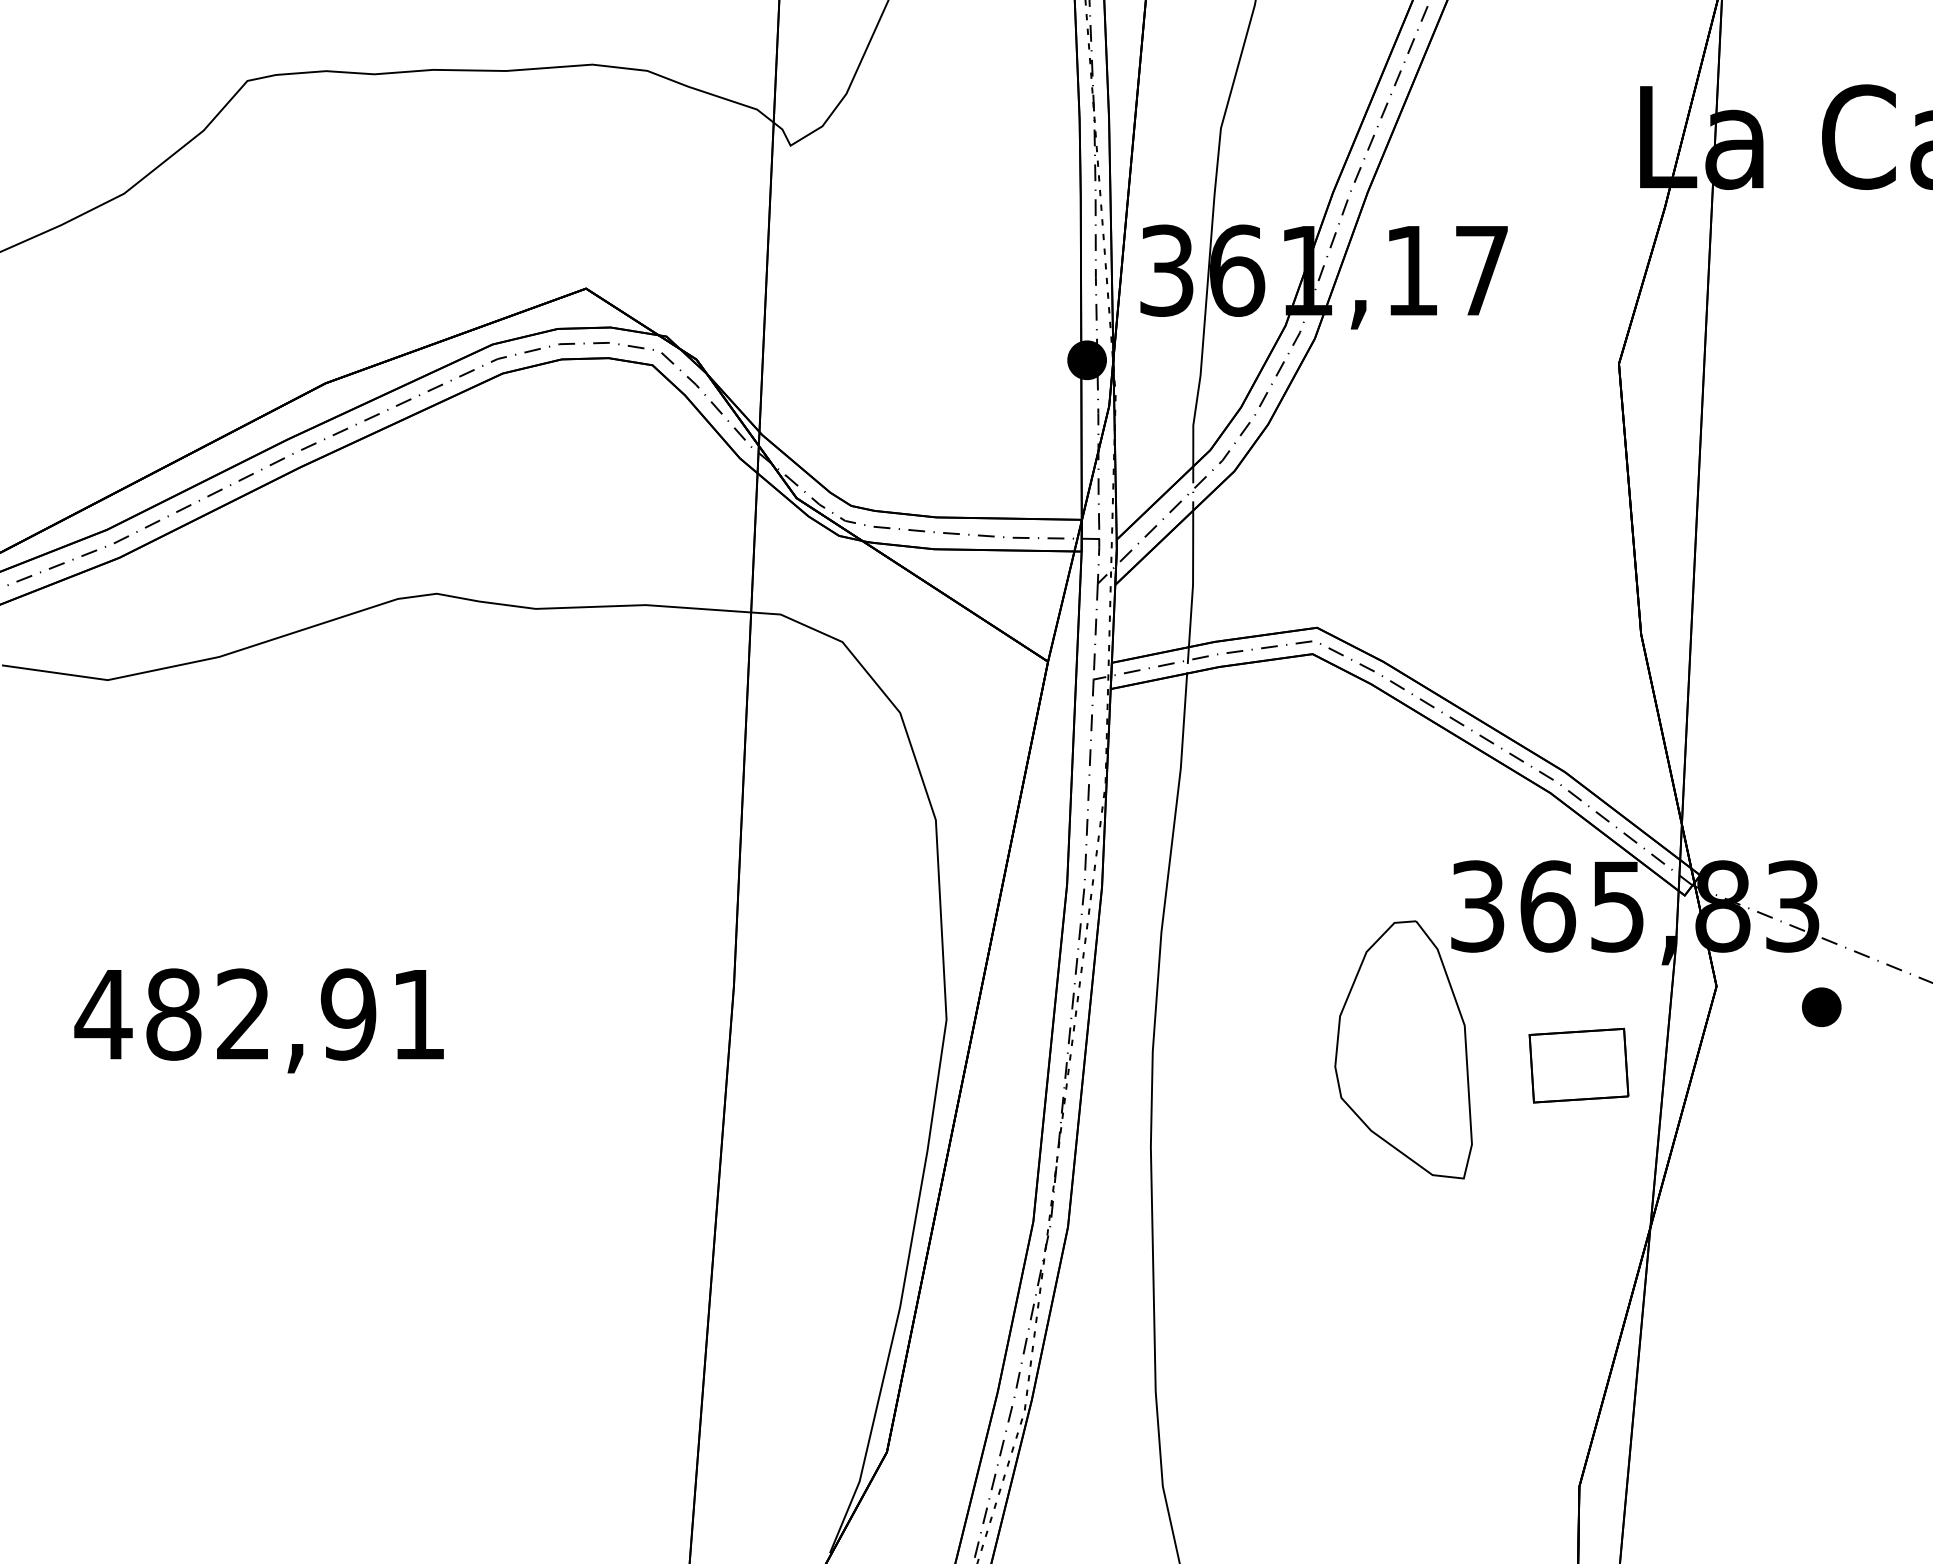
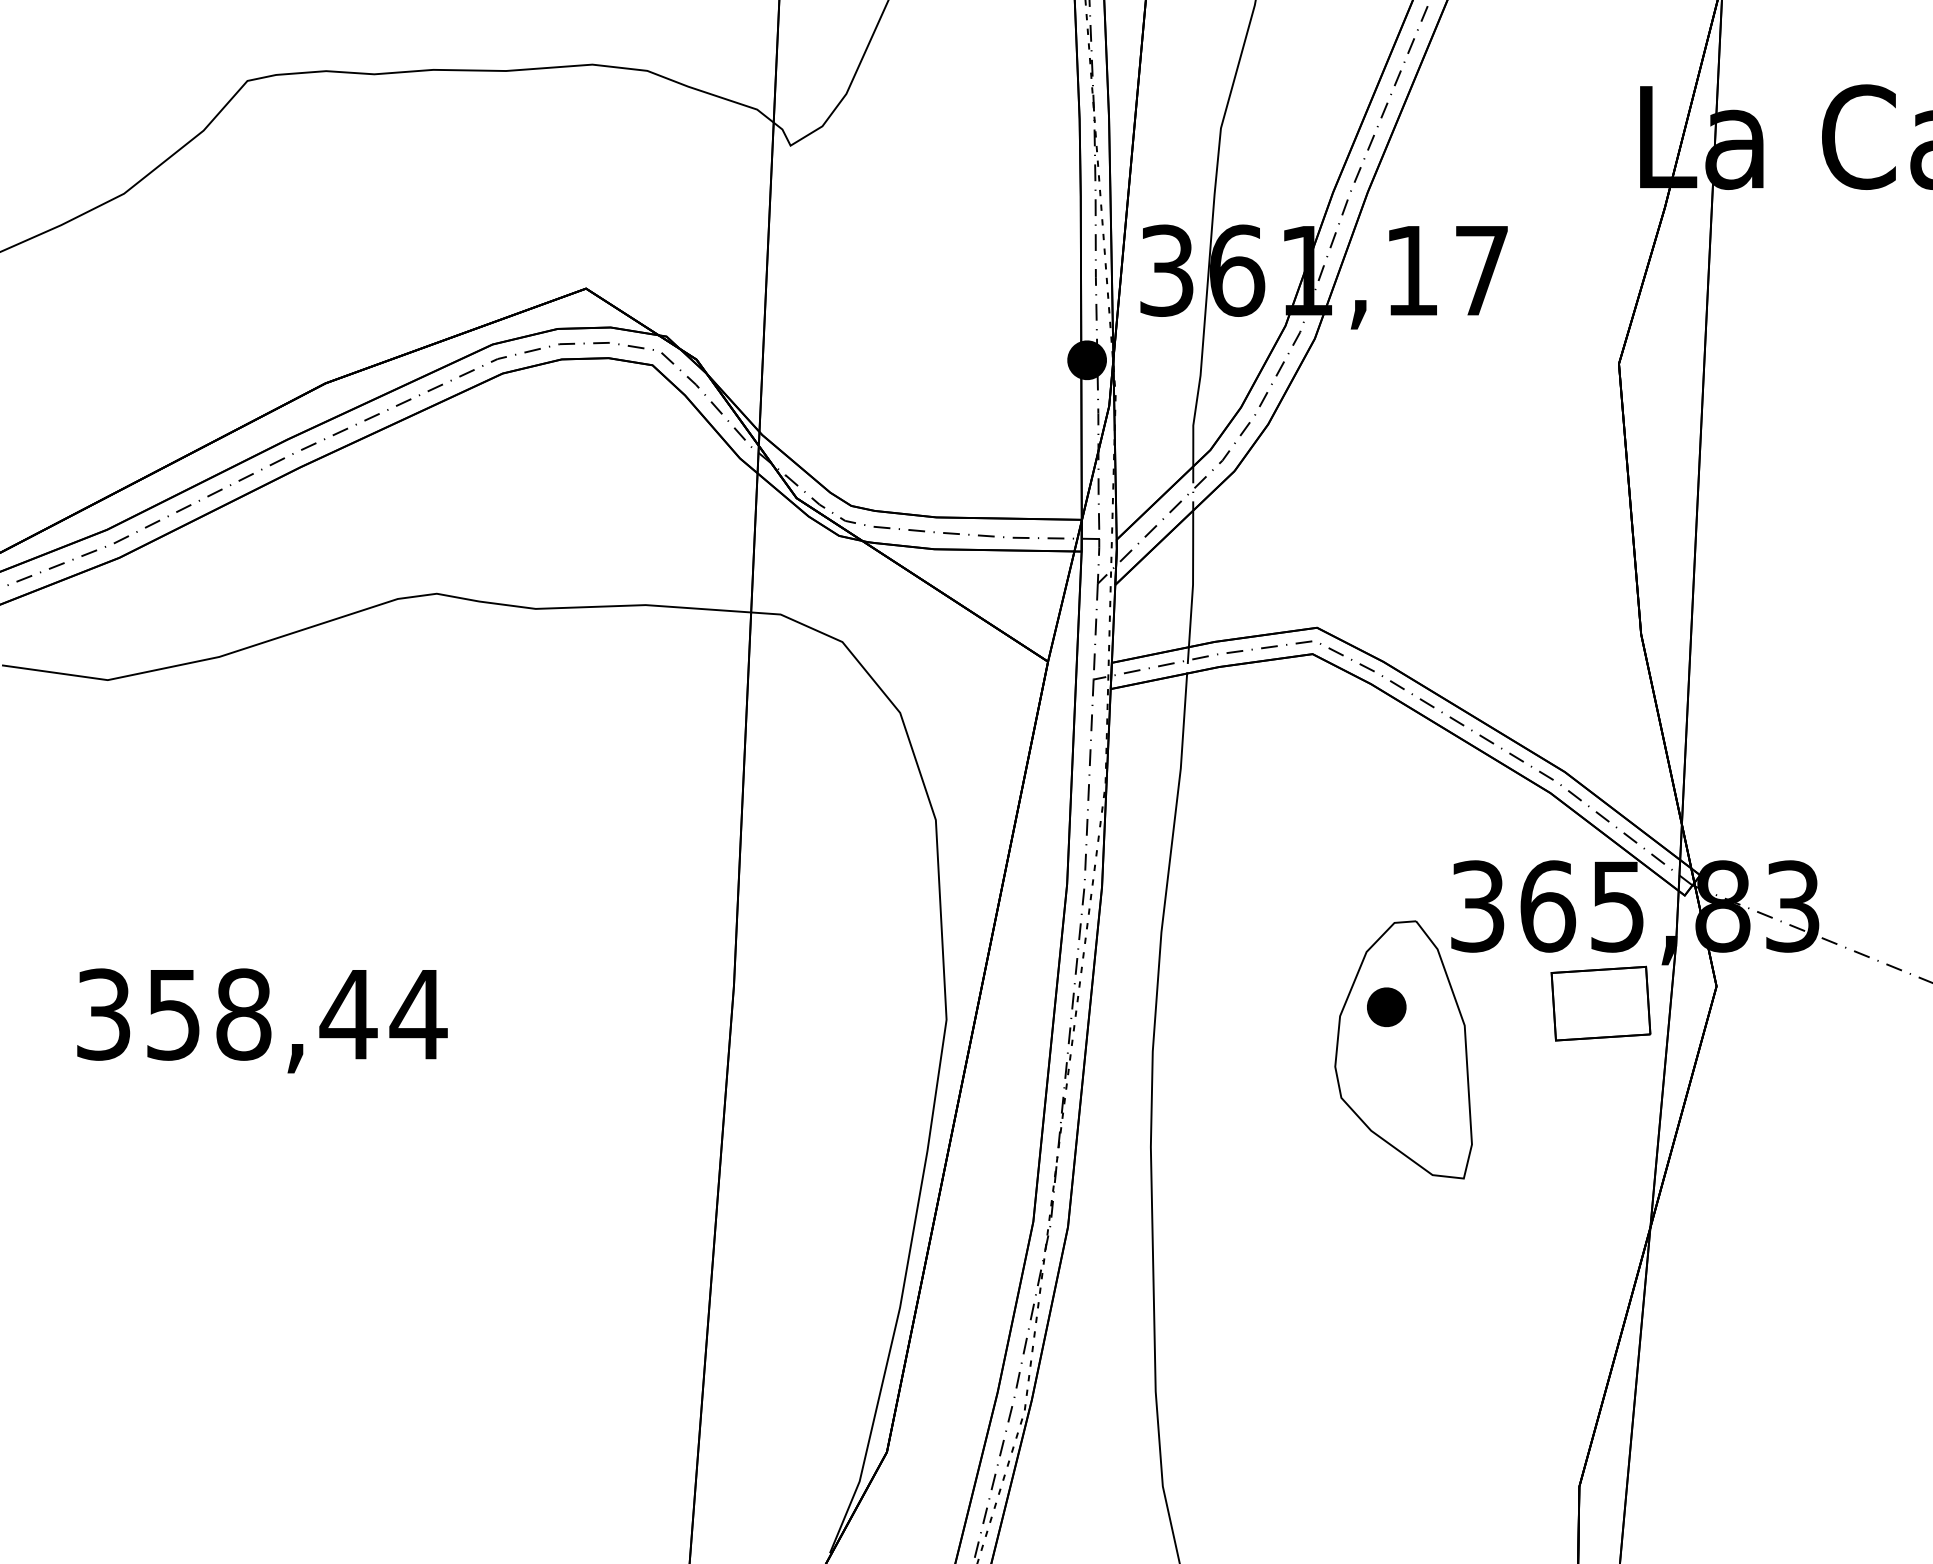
part at (1821, 1006) position: (1821, 1006) -> (1386, 1006)
text at (260, 1014): 482,91 -> 358,44
part at (1578, 1065) position: (1578, 1065) -> (1600, 1003)
